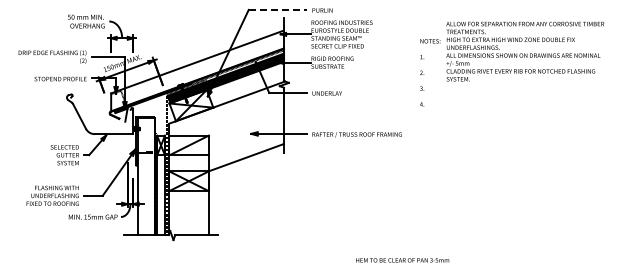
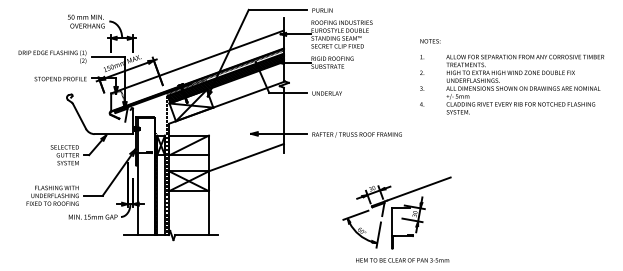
line at (278, 9): dashed -> solid
text at (525, 51) position: (525, 51) -> (525, 84)
part at (396, 212): none -> present
